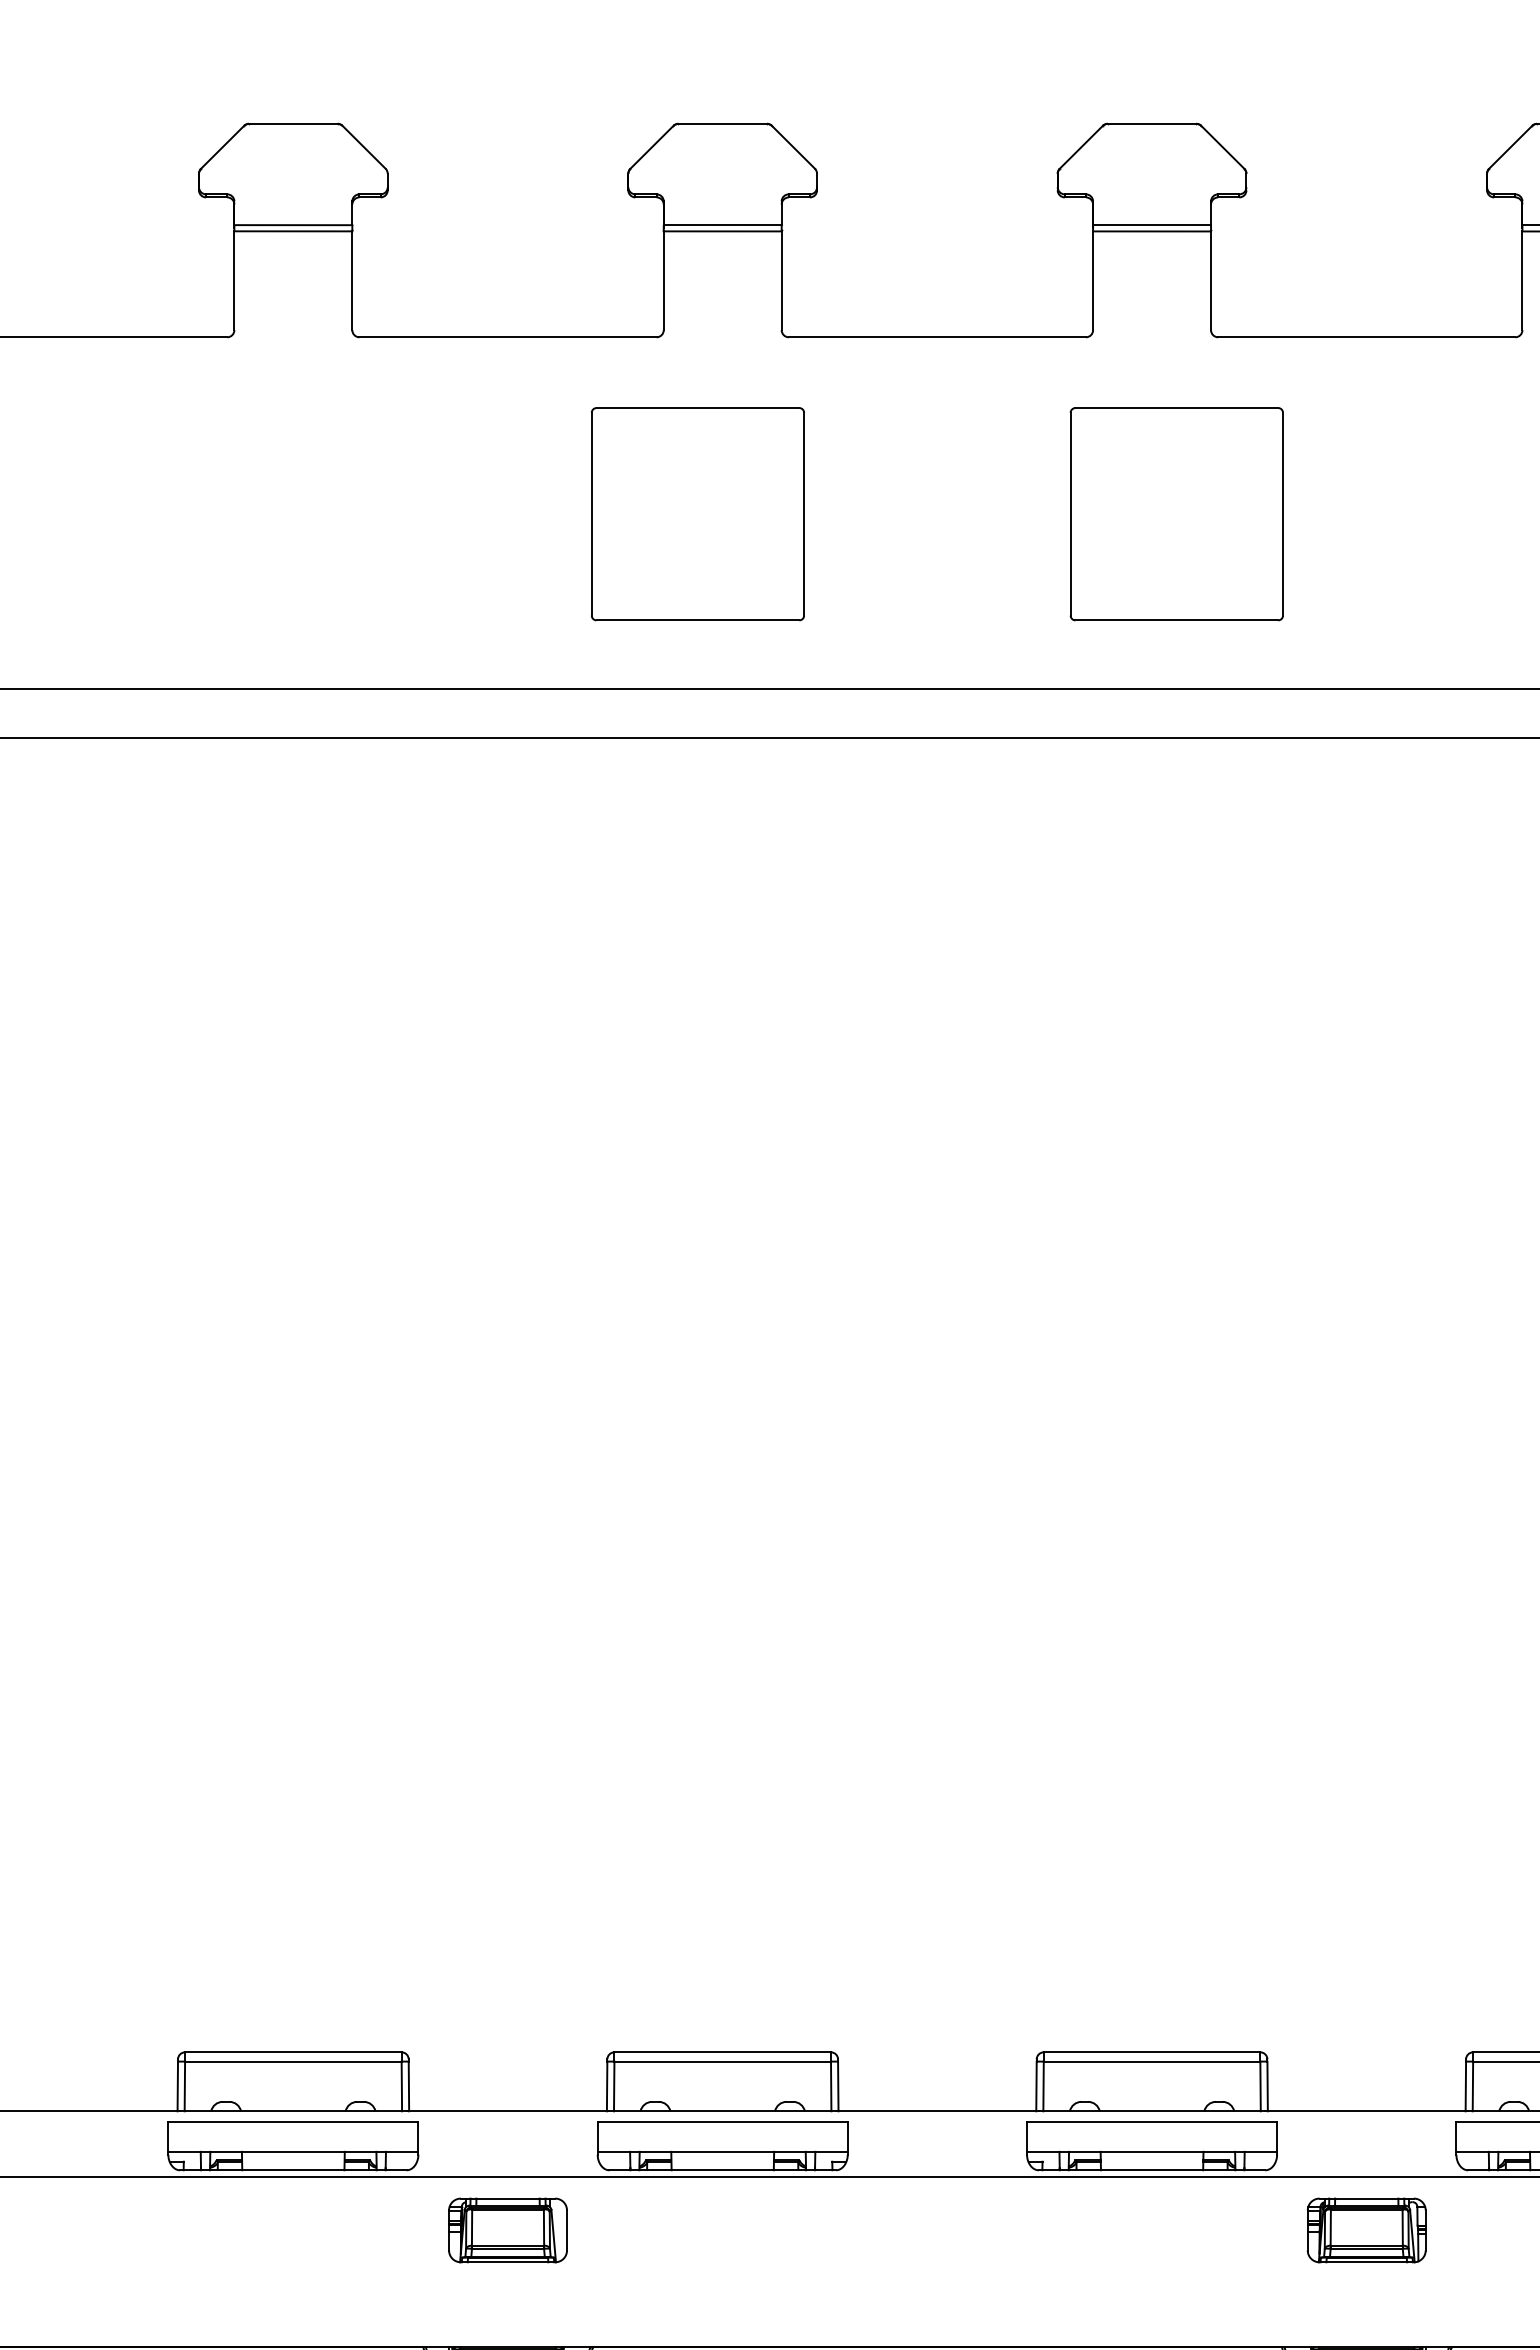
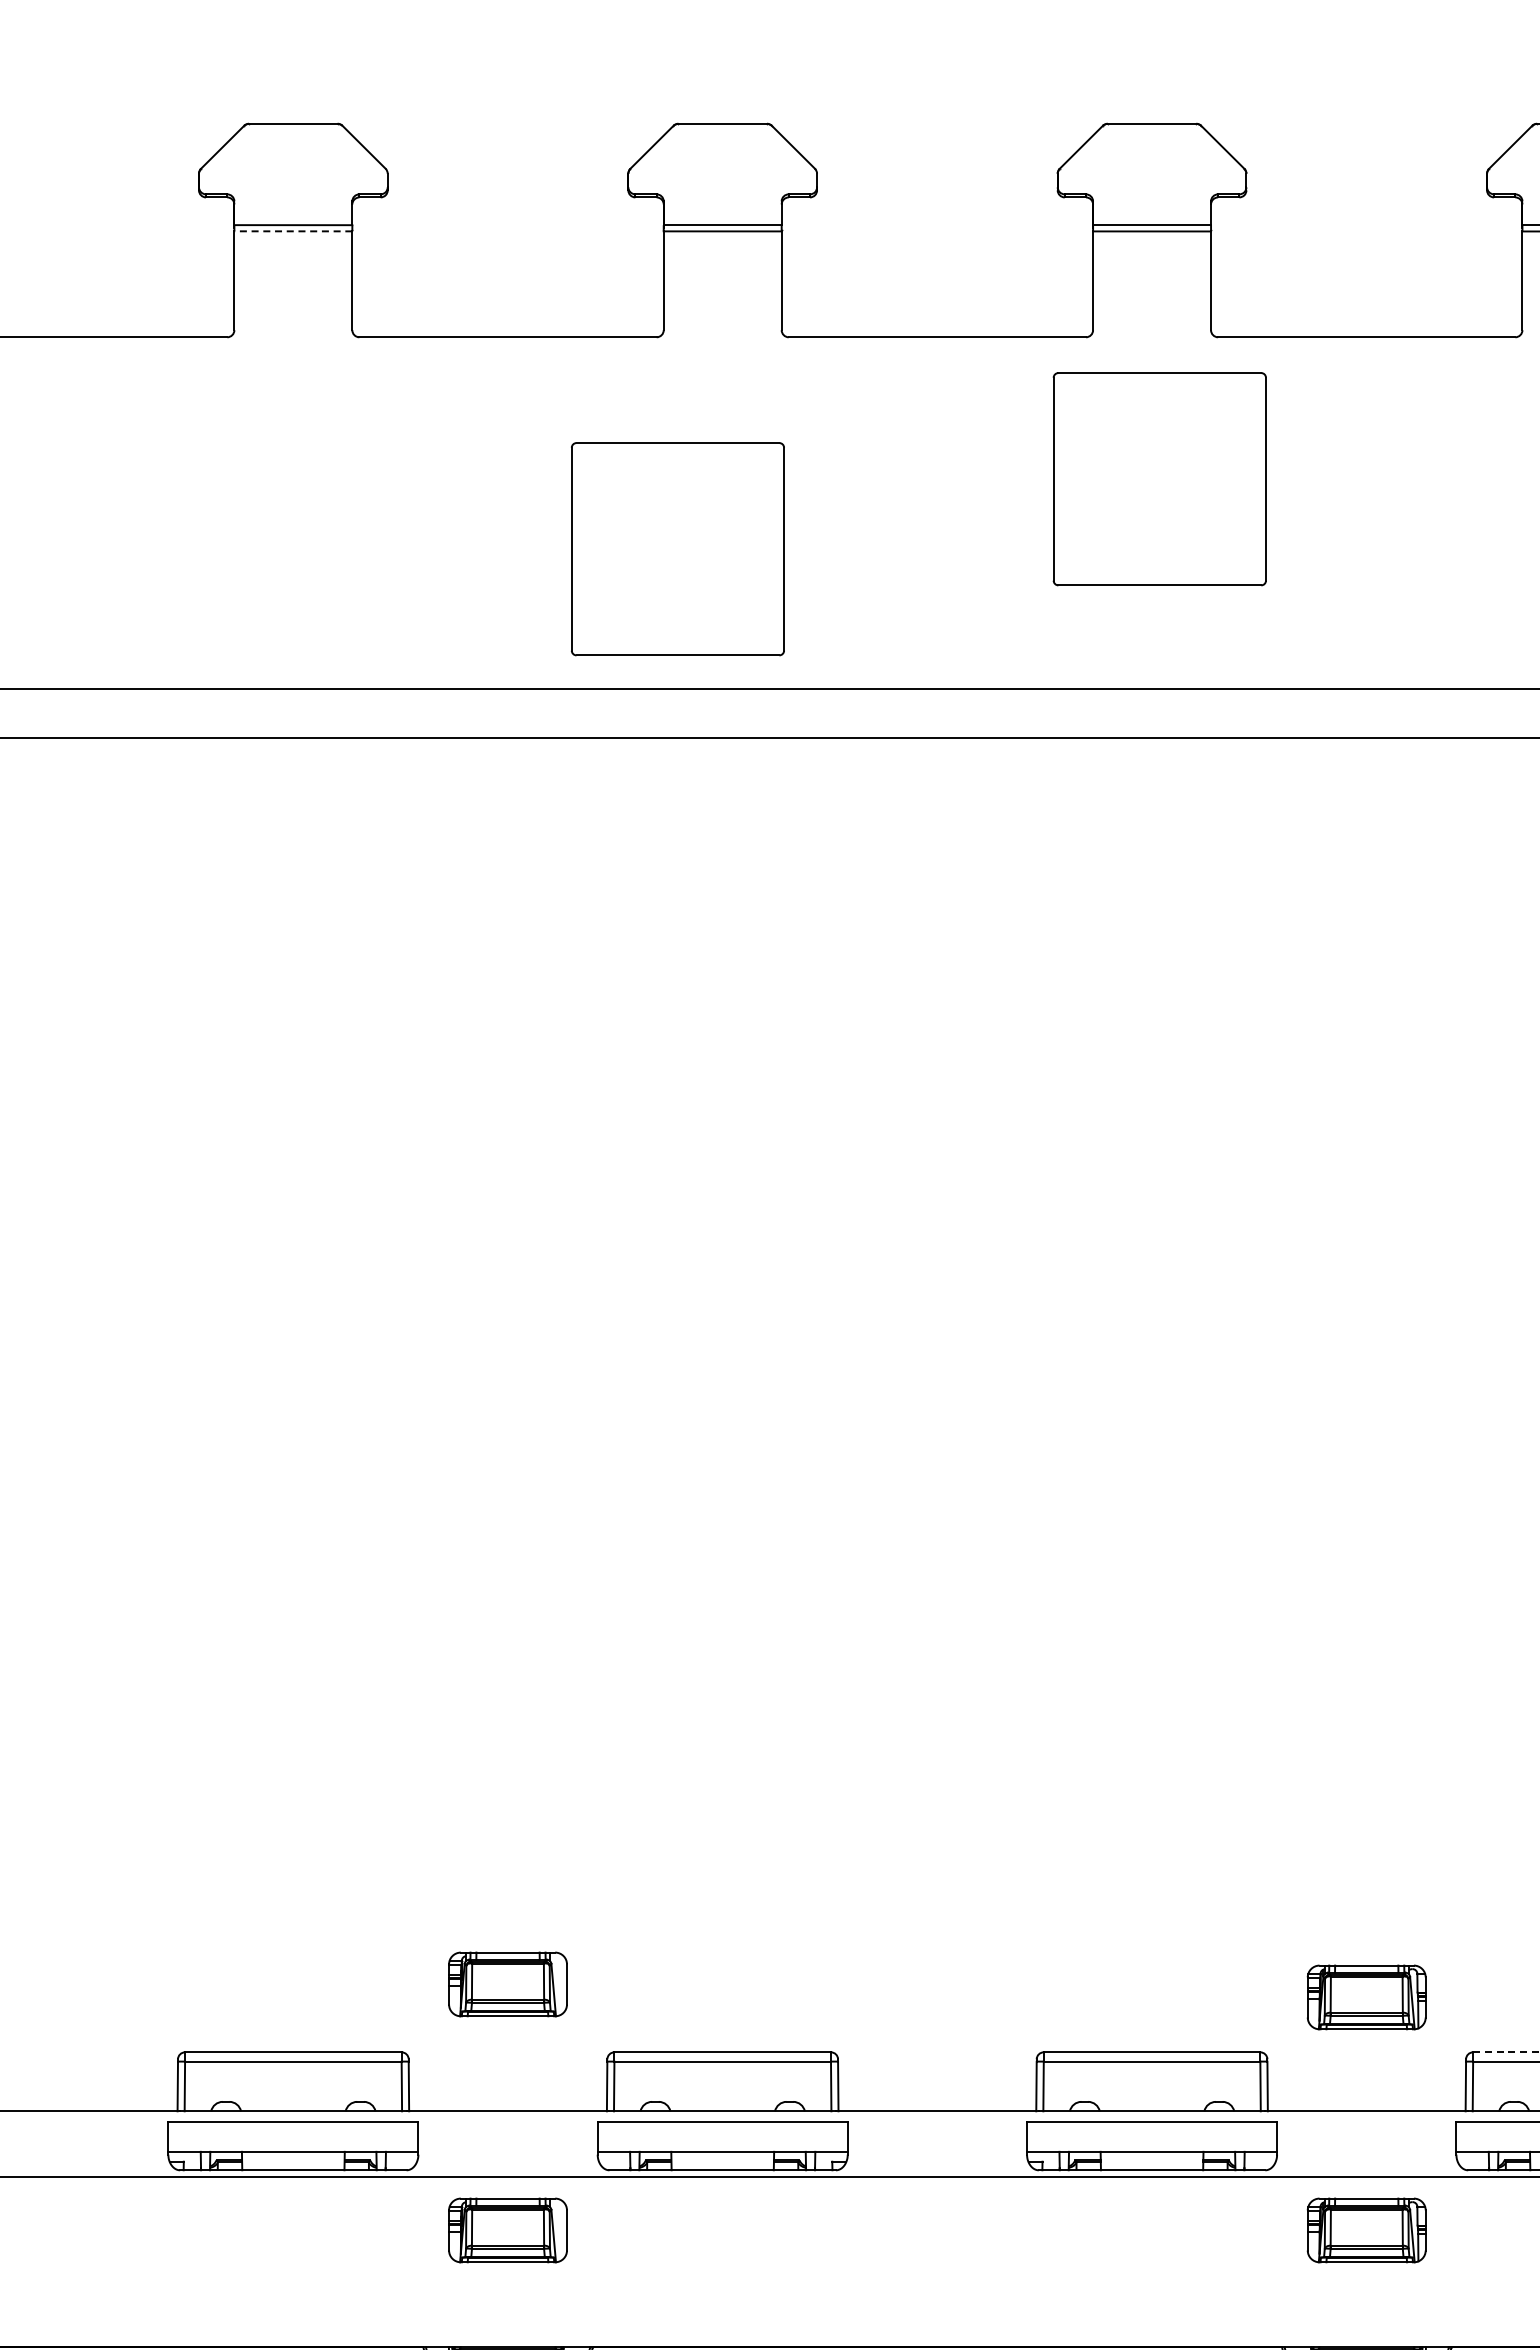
line at (293, 231): solid -> dashed
part at (697, 514) position: (697, 514) -> (677, 549)
part at (1176, 514) position: (1176, 514) -> (1159, 479)
part at (507, 1984): none -> present
part at (1366, 1997): none -> present
line at (1506, 2052): solid -> dashed
